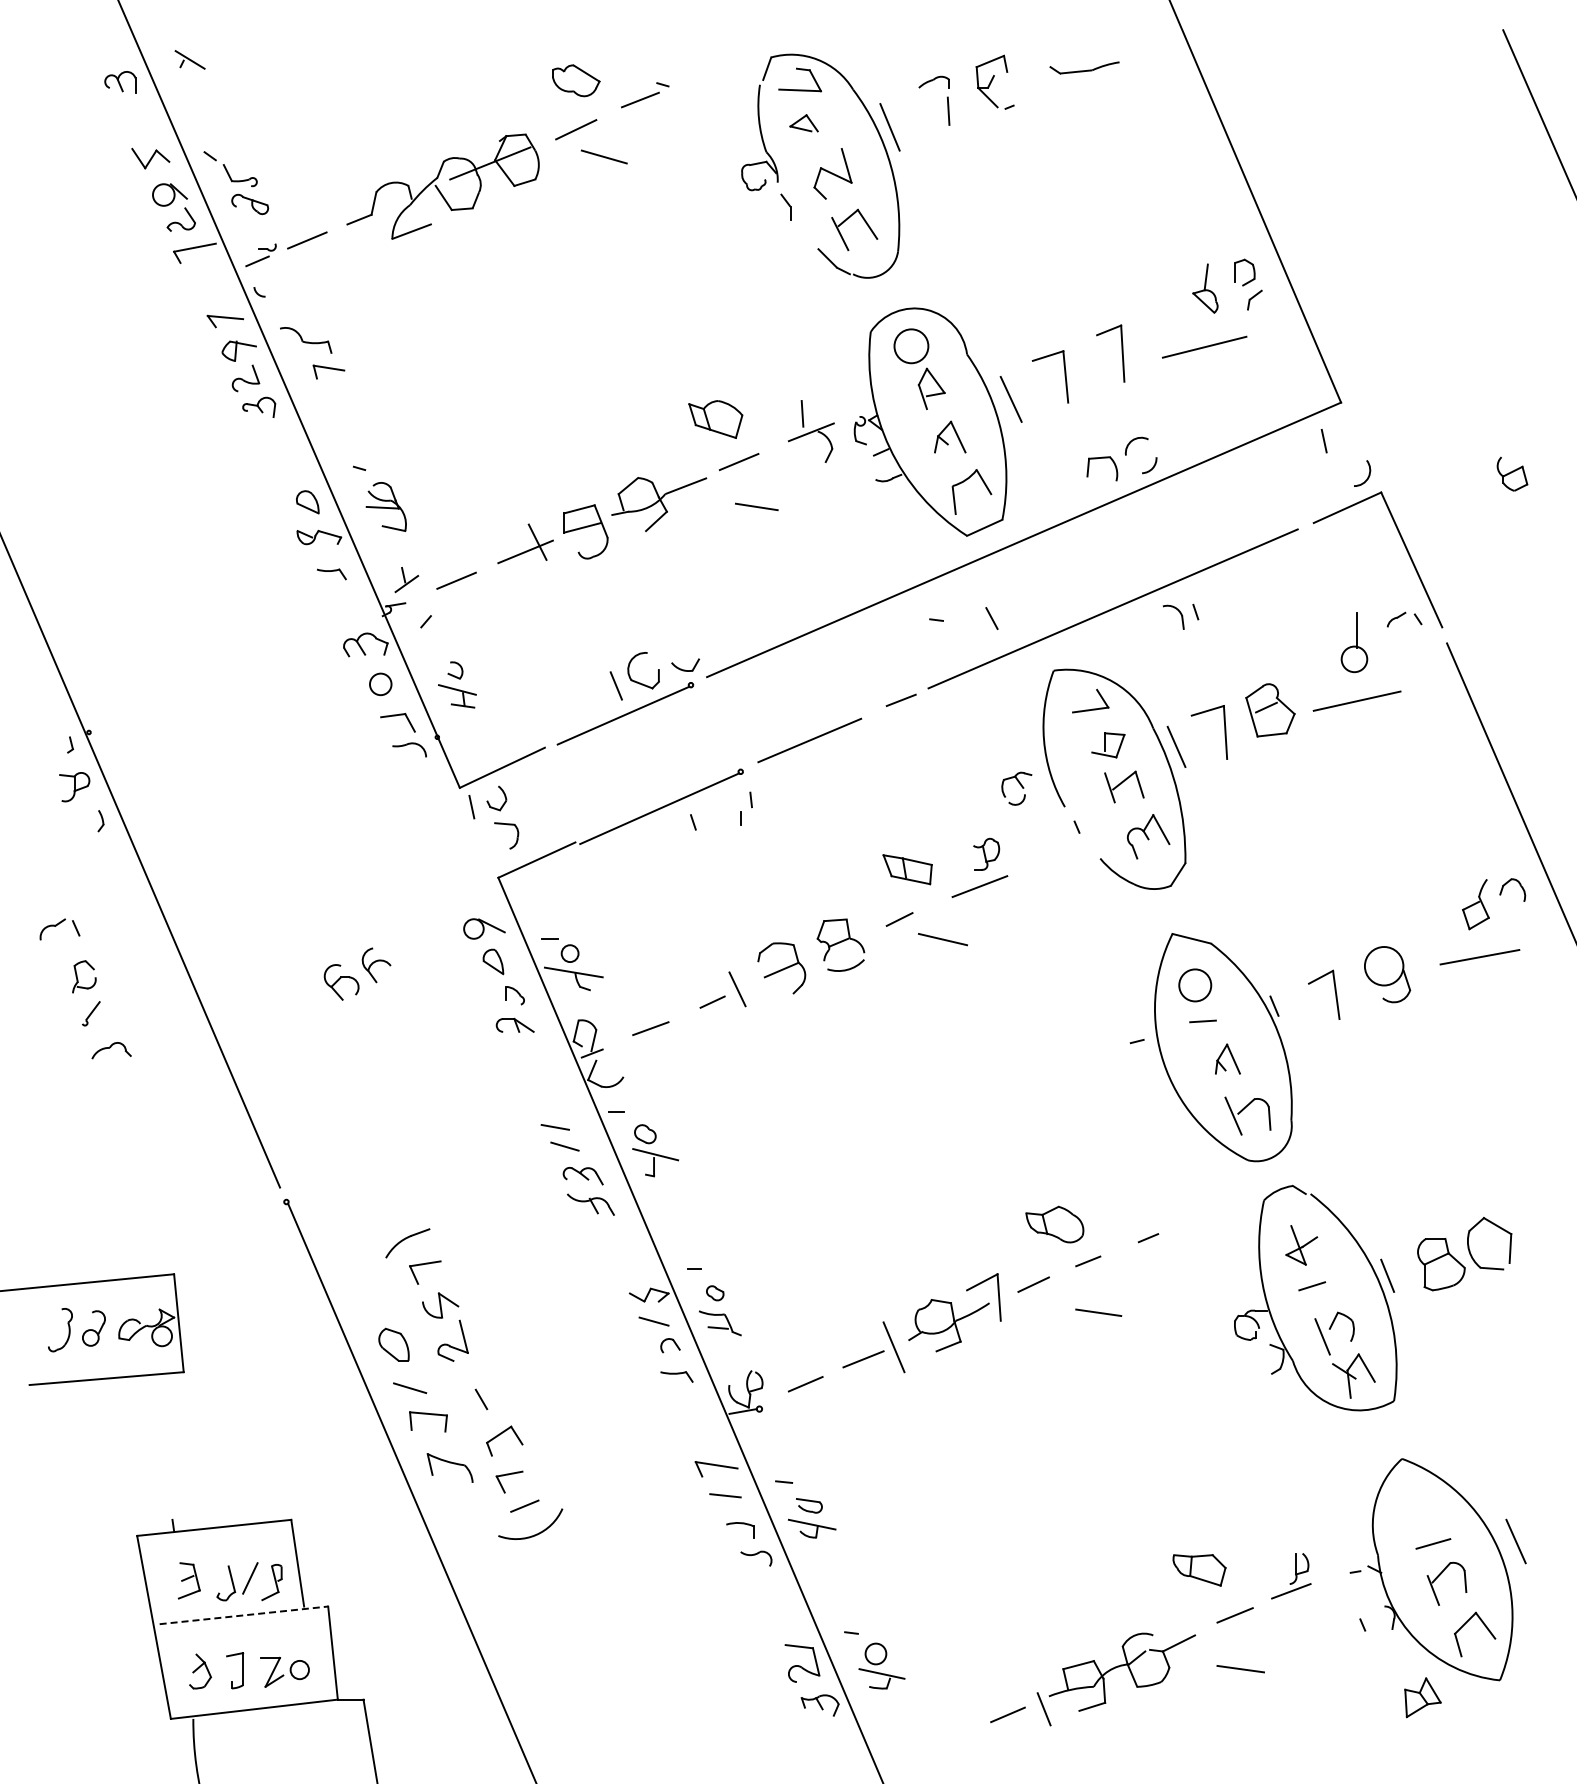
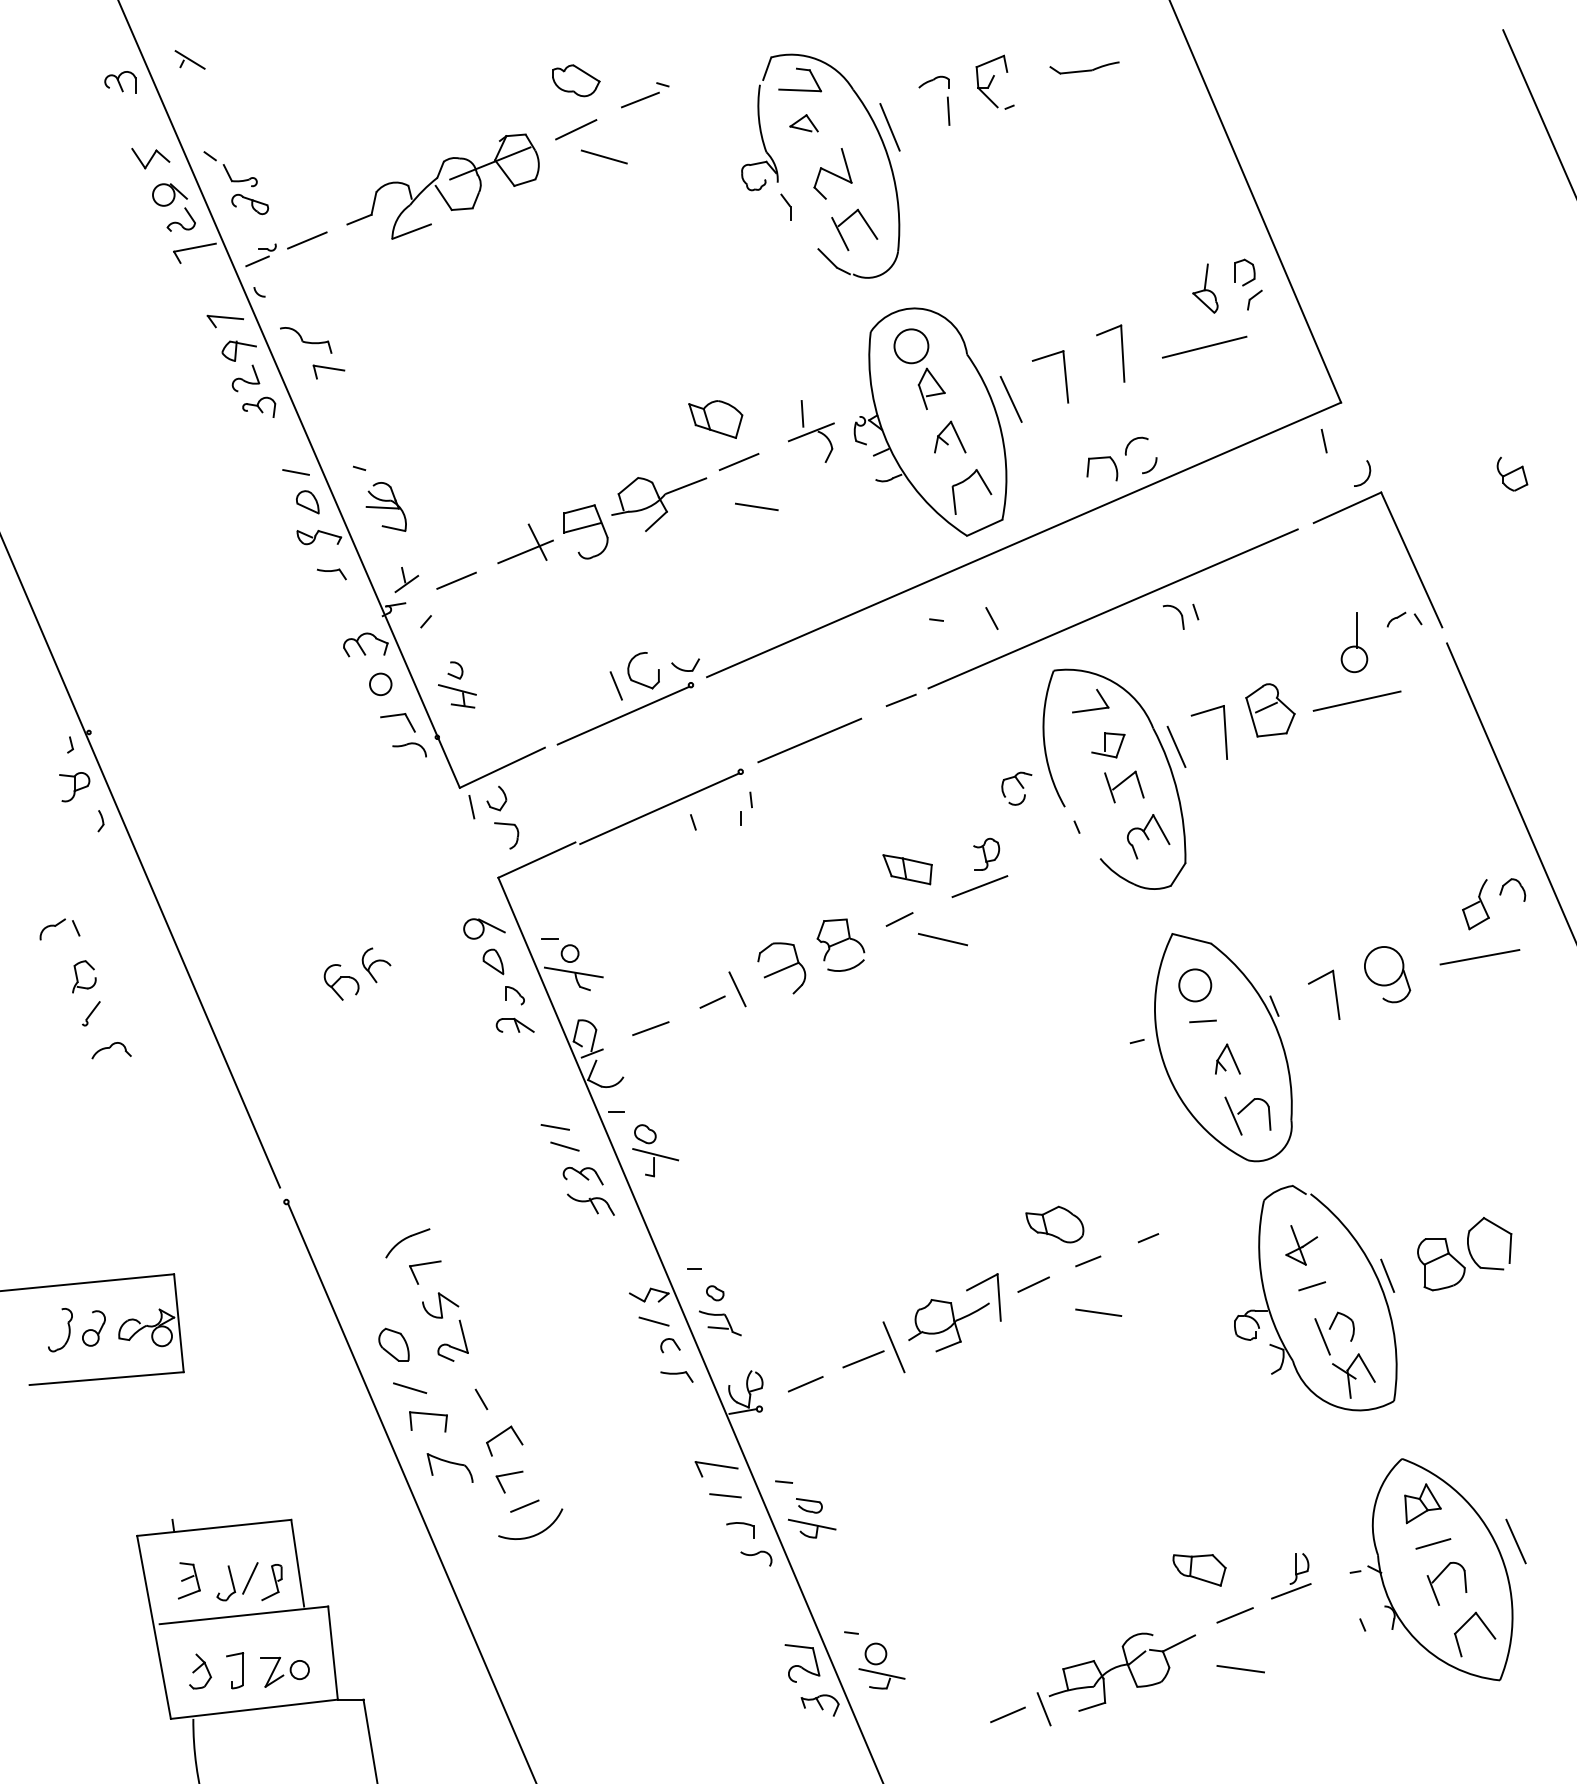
line at (295, 472): none -> present
line at (243, 1615): dashed -> solid
part at (1422, 1697) position: (1422, 1697) -> (1422, 1503)
